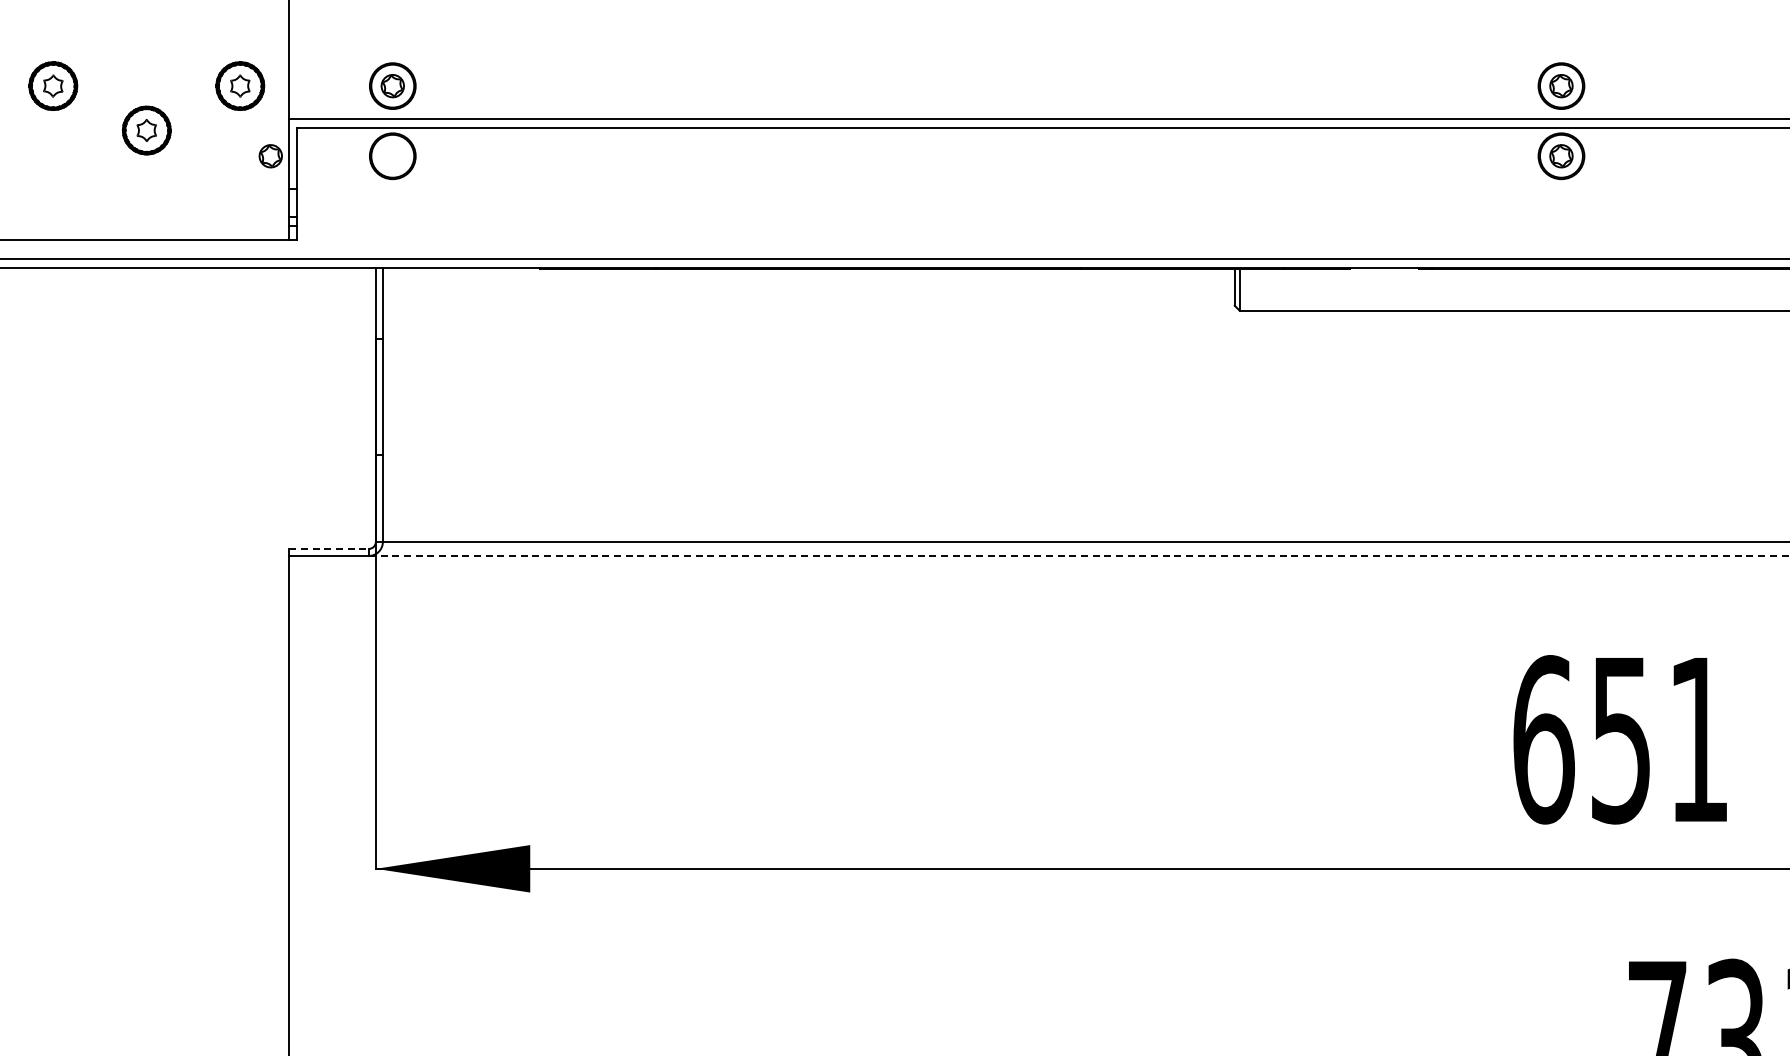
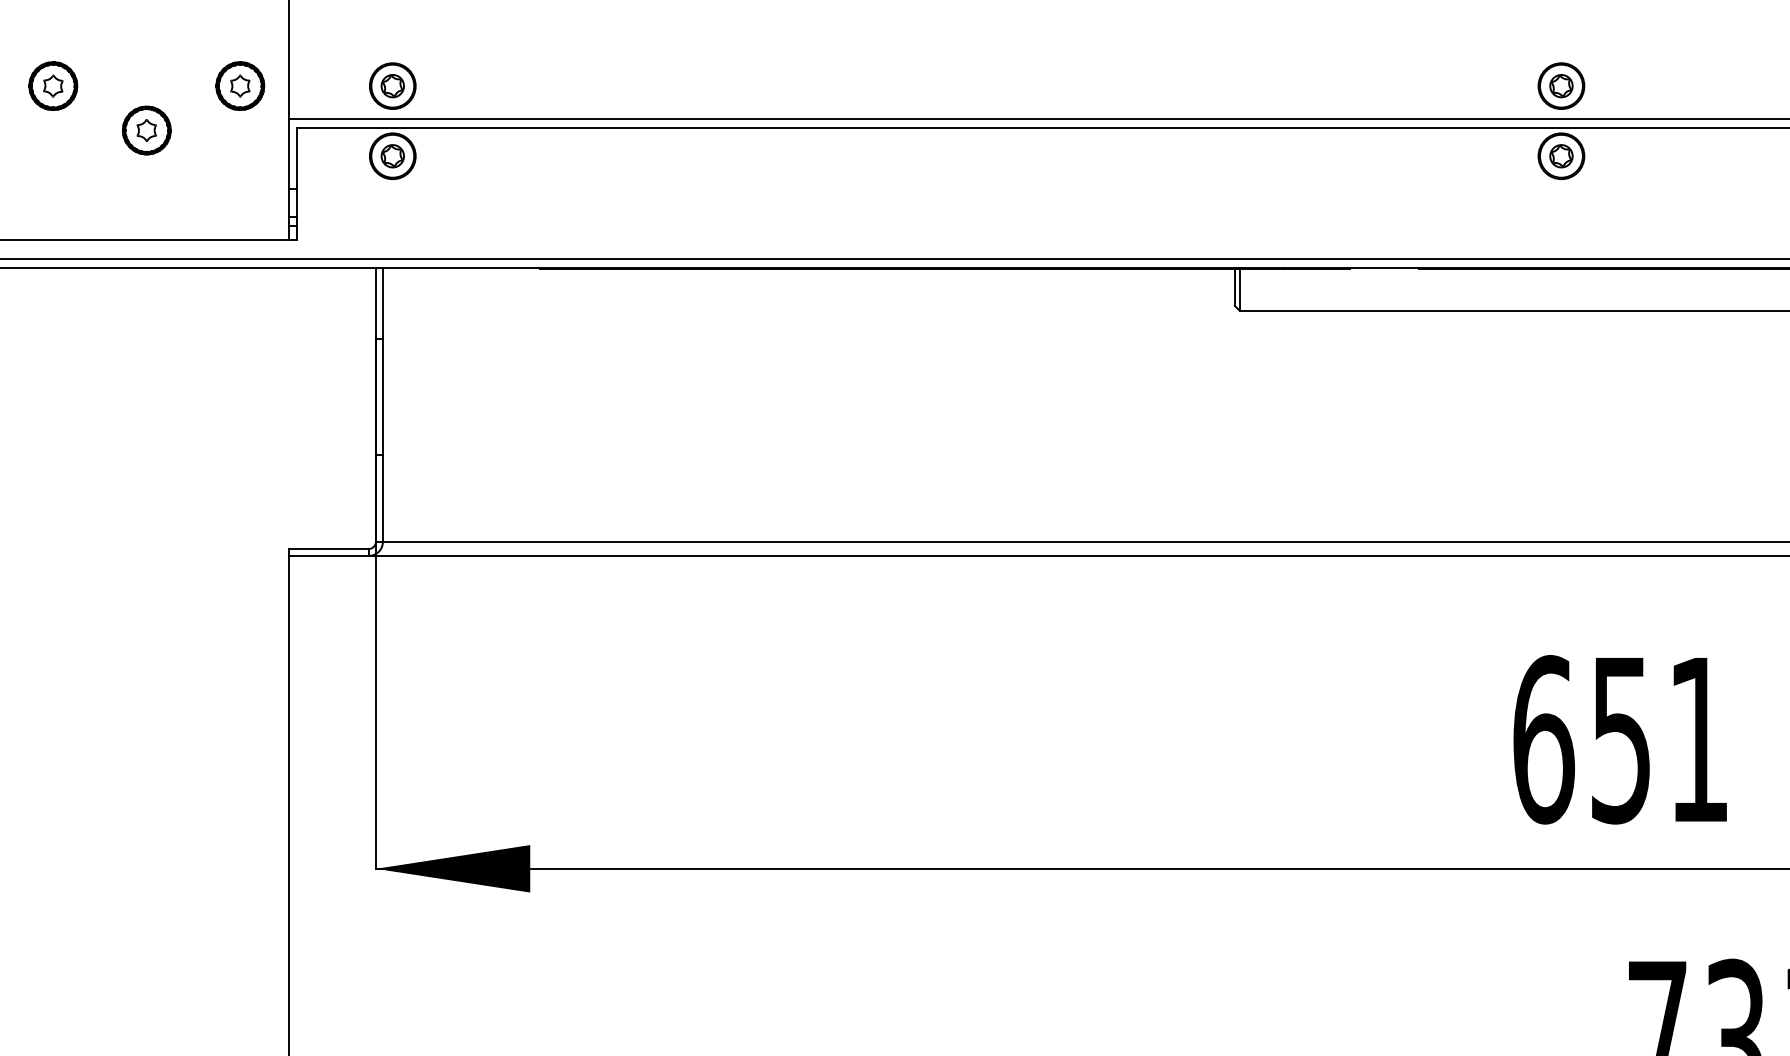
part at (270, 156) position: (270, 156) -> (392, 156)
line at (329, 548): dashed -> solid
line at (1079, 555): dashed -> solid
